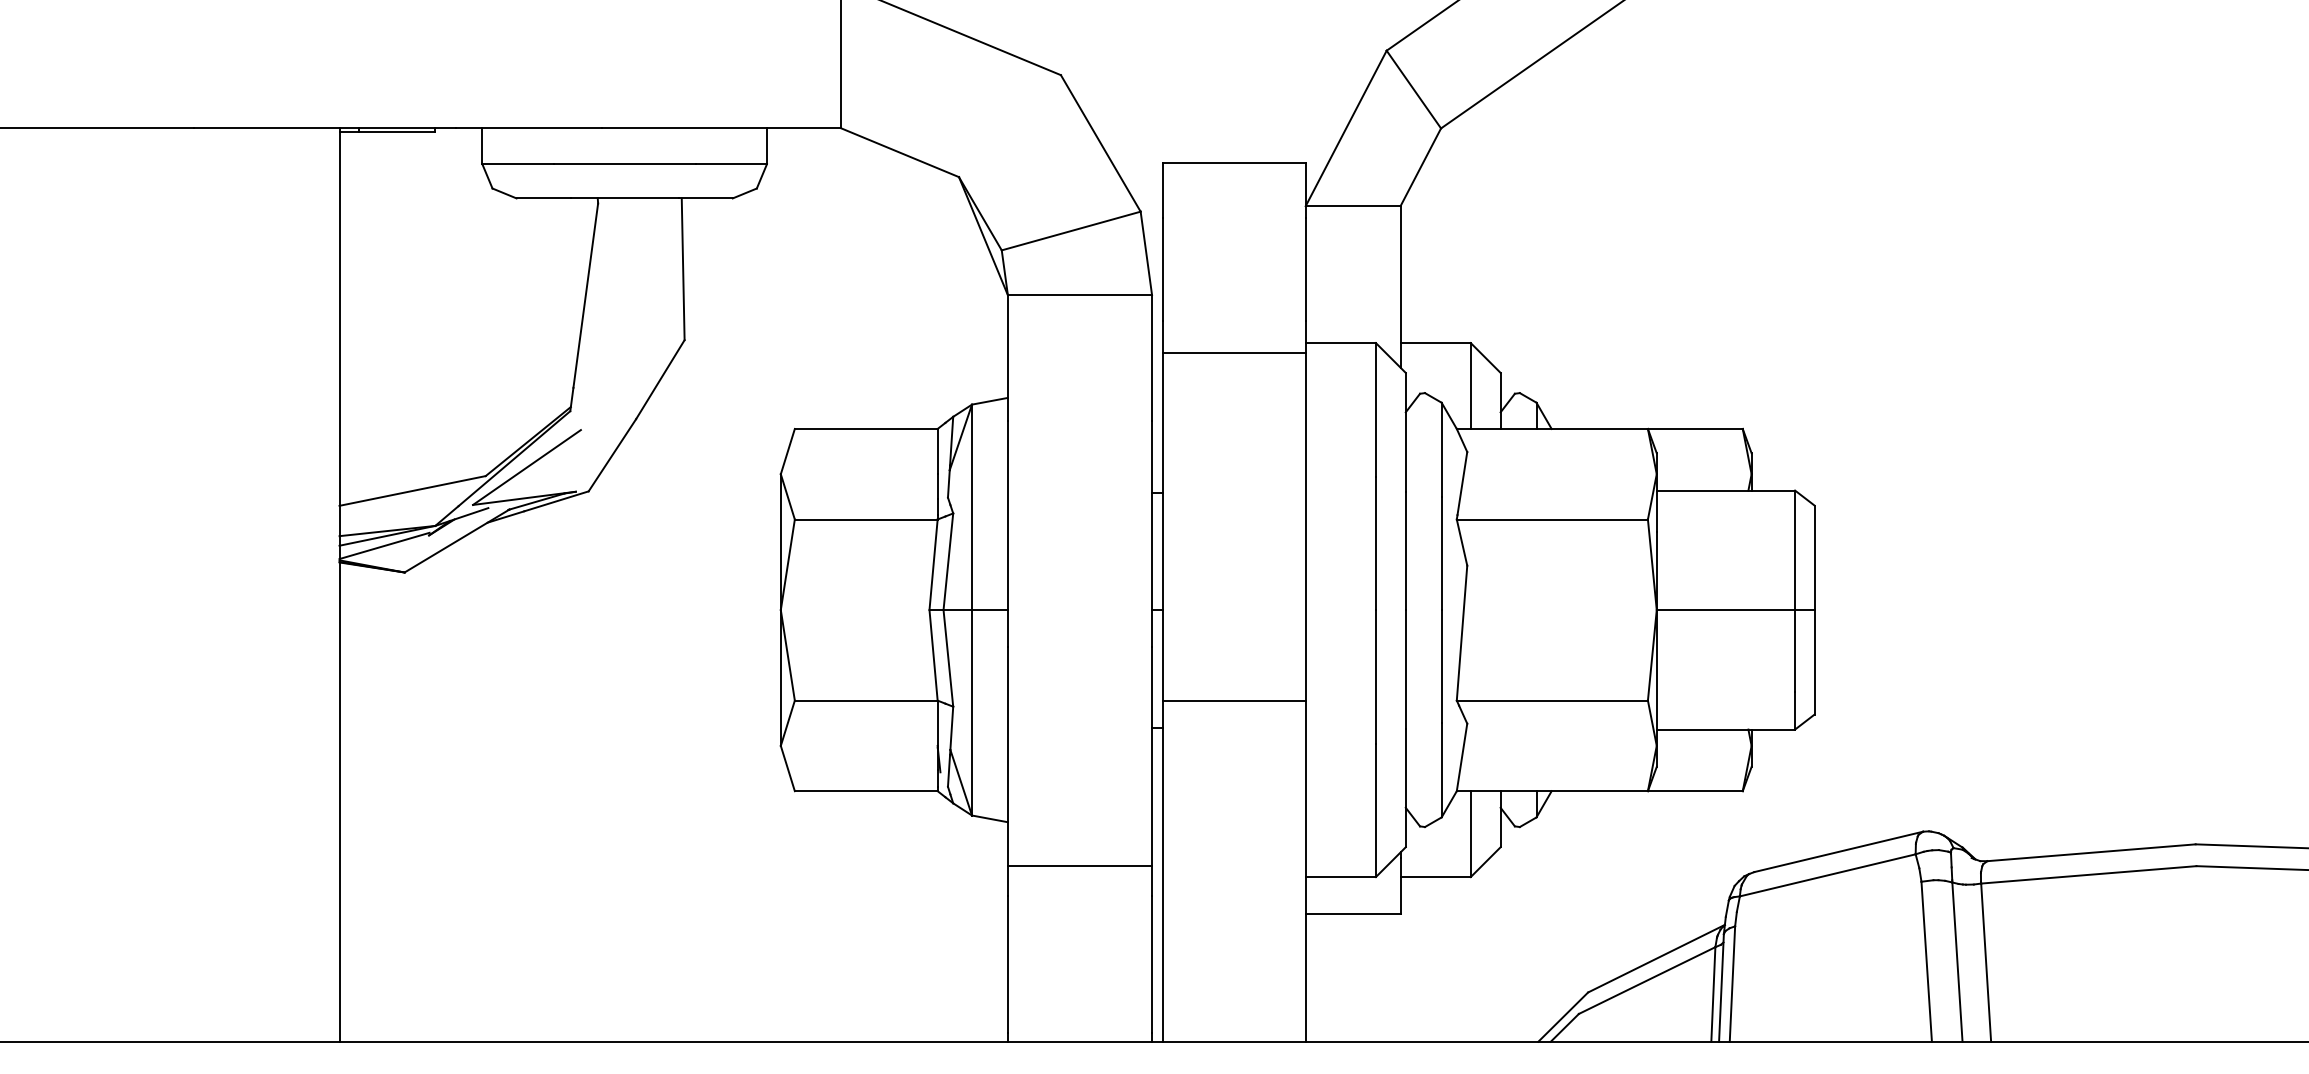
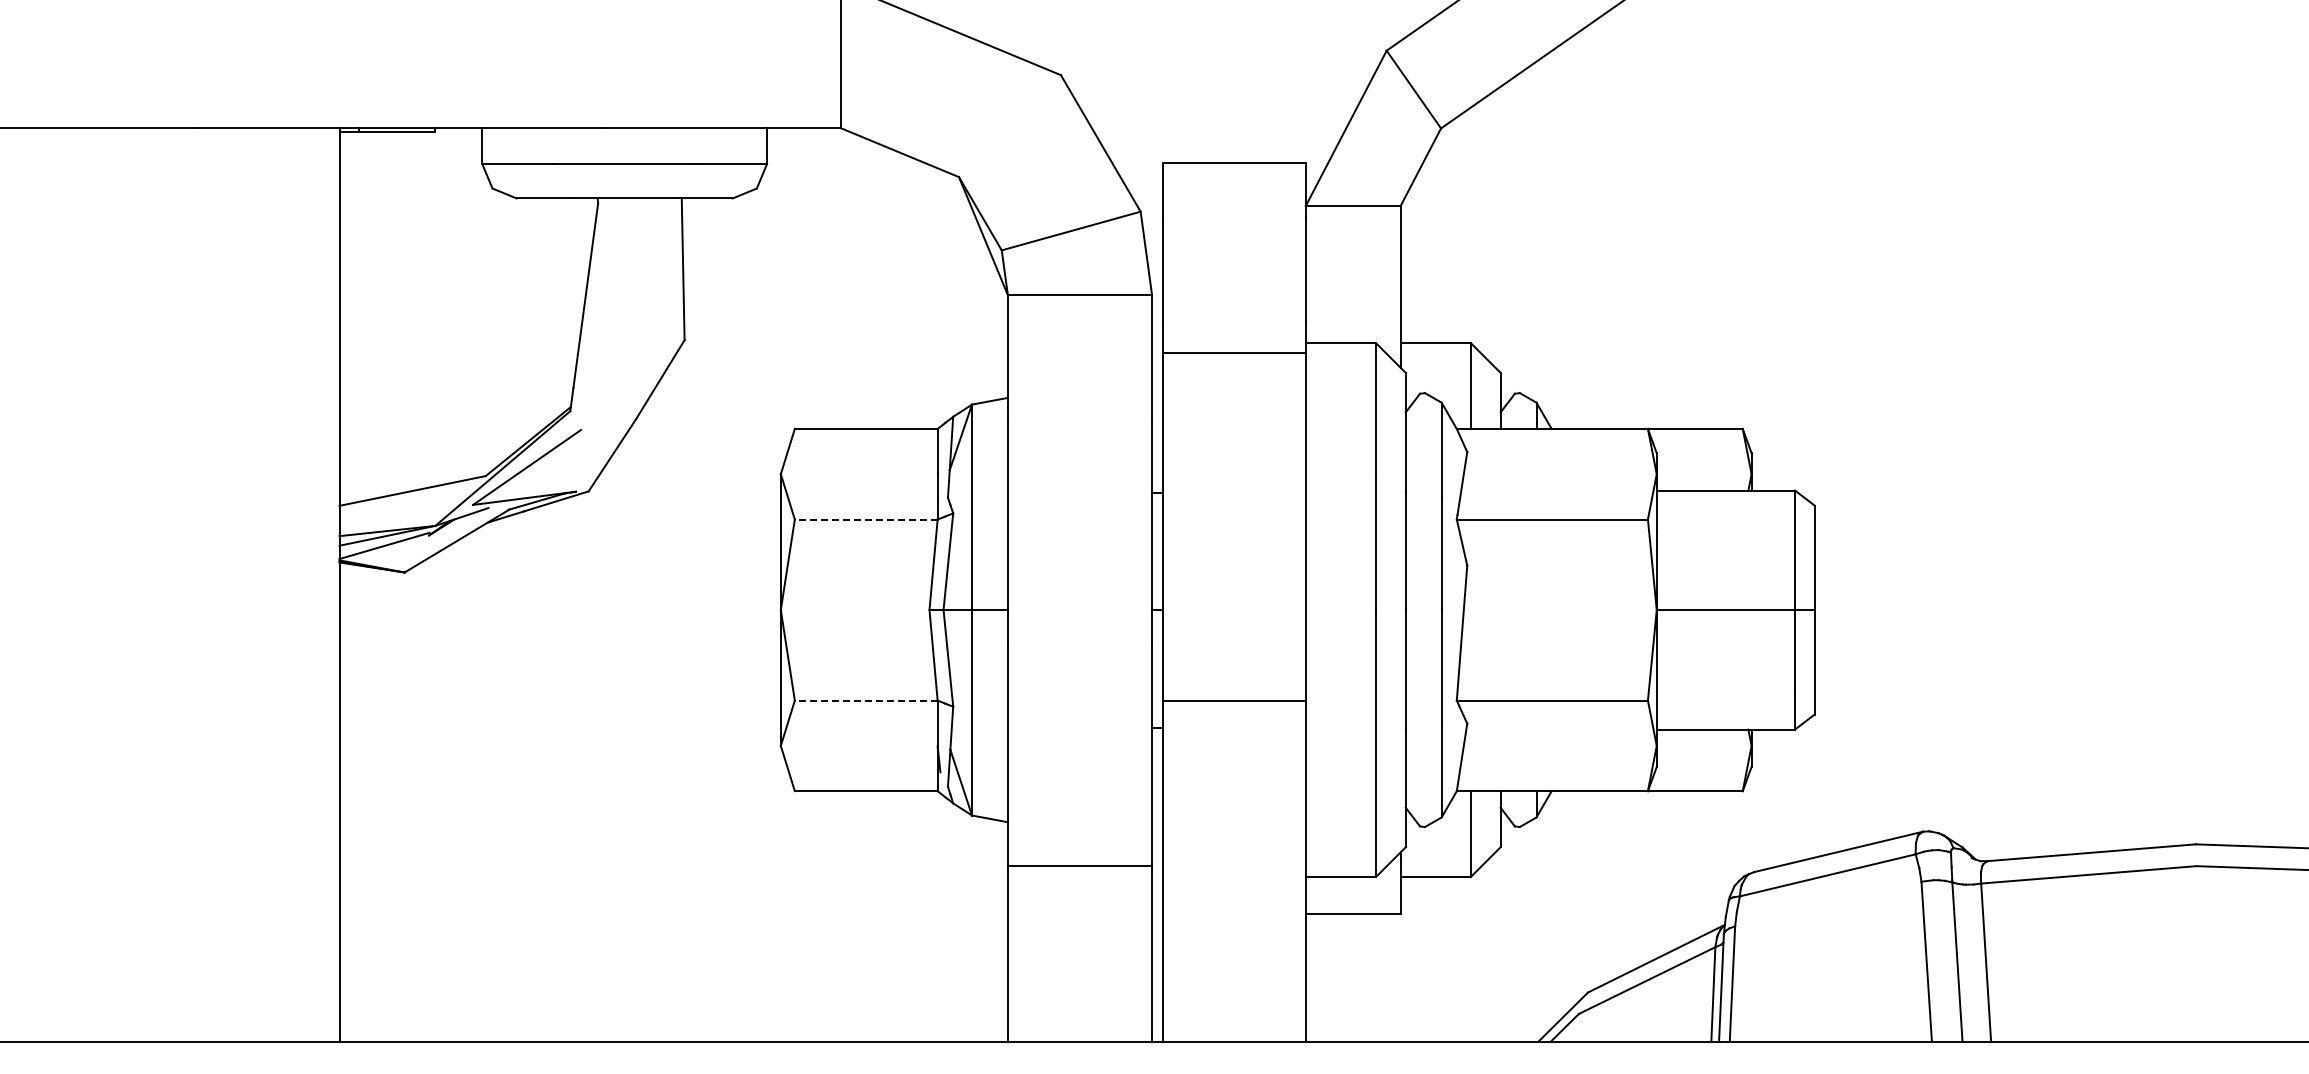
line at (865, 519): solid -> dashed
line at (865, 700): solid -> dashed
